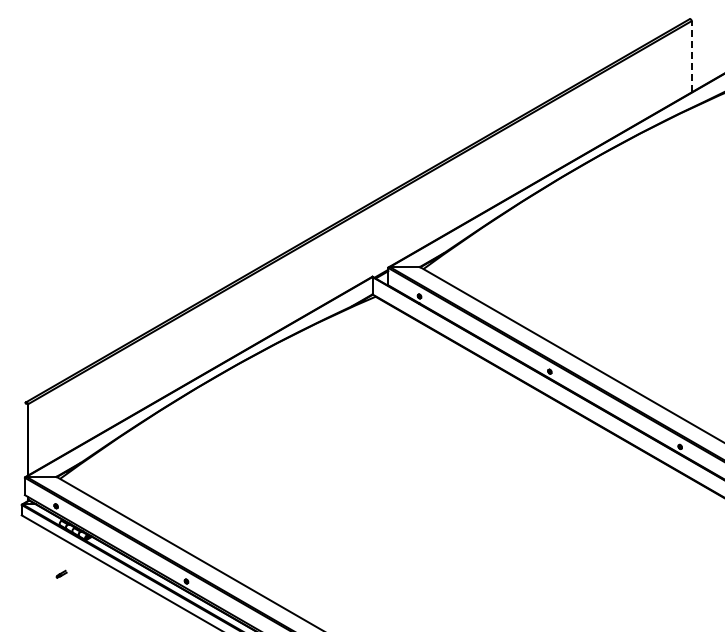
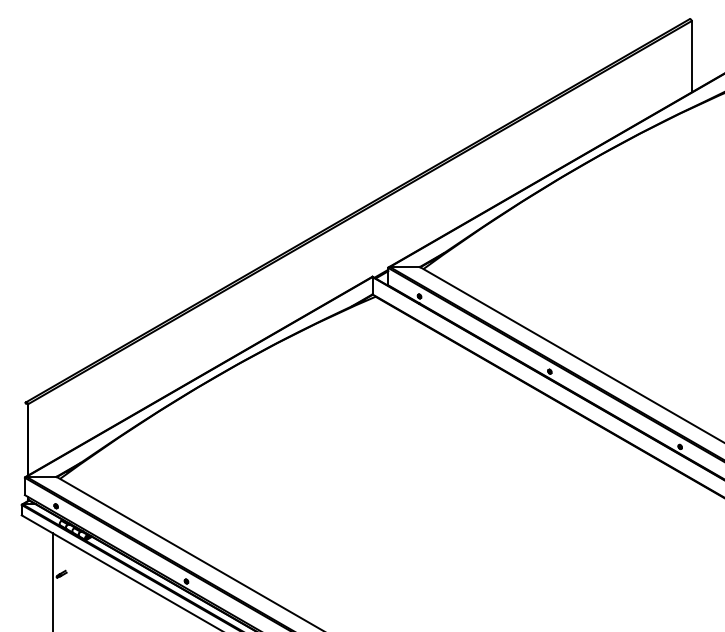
line at (691, 56): dashed -> solid
line at (52, 580): none -> present
